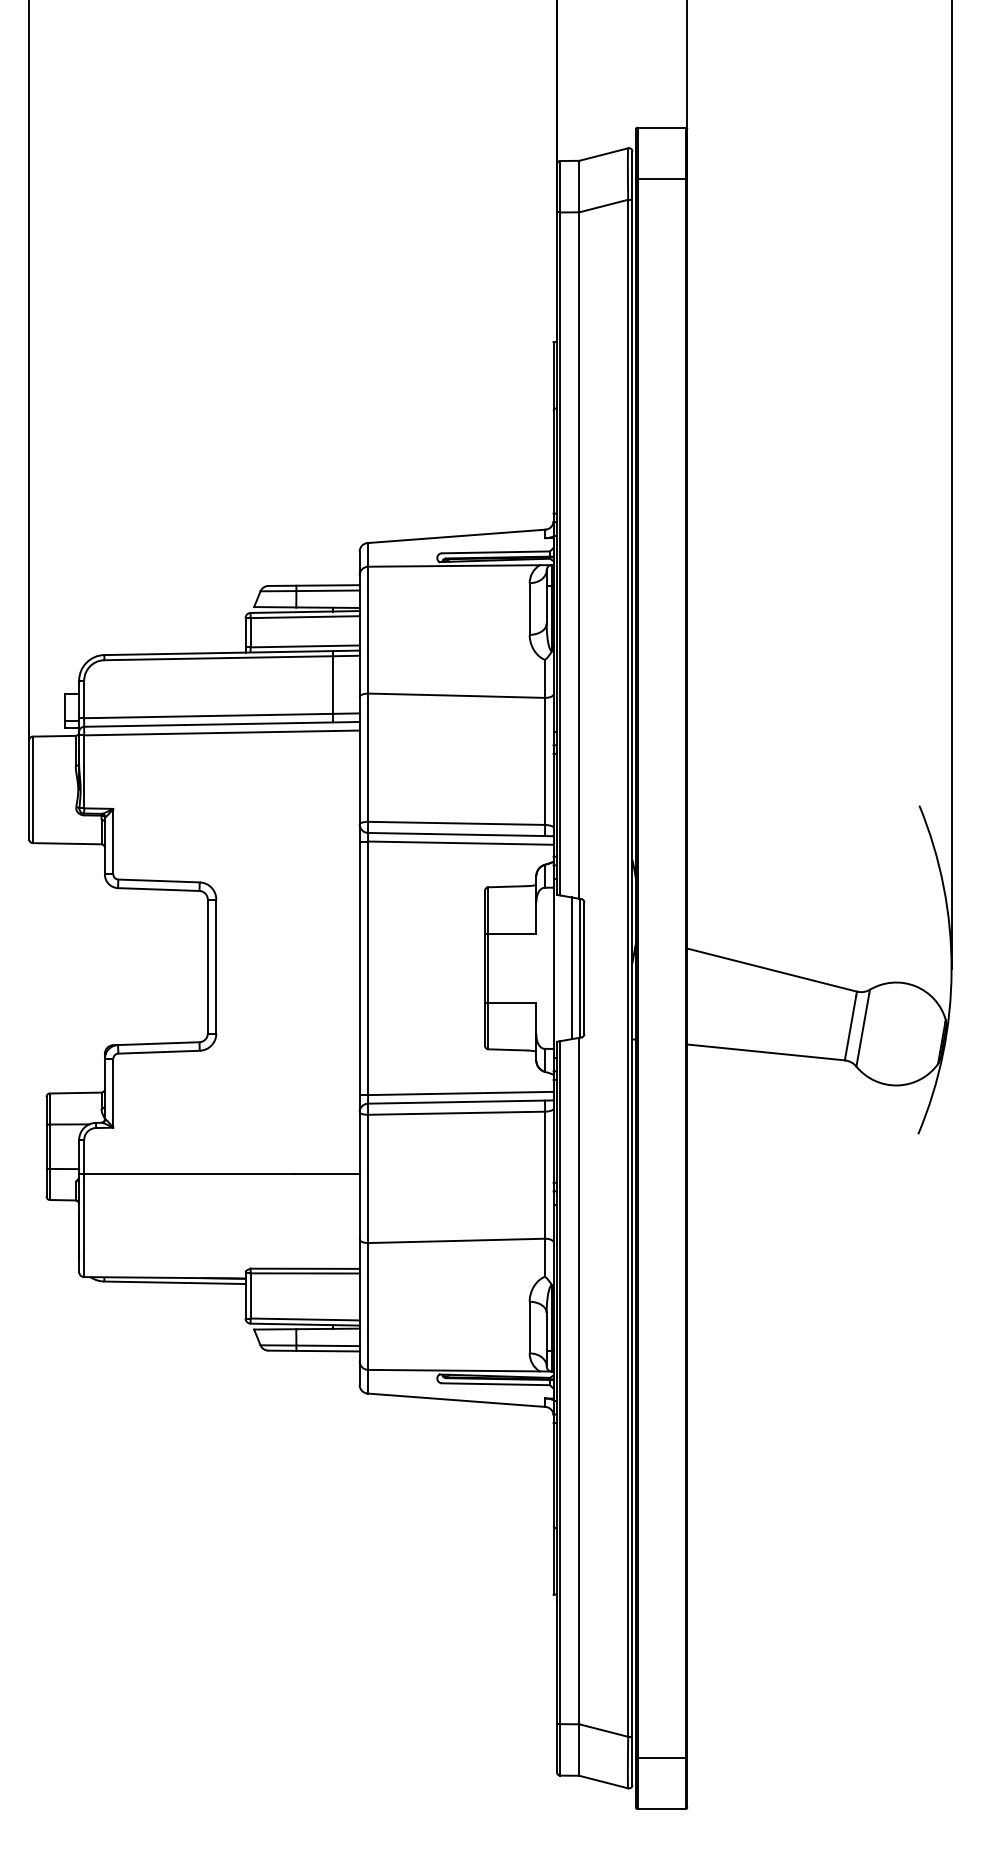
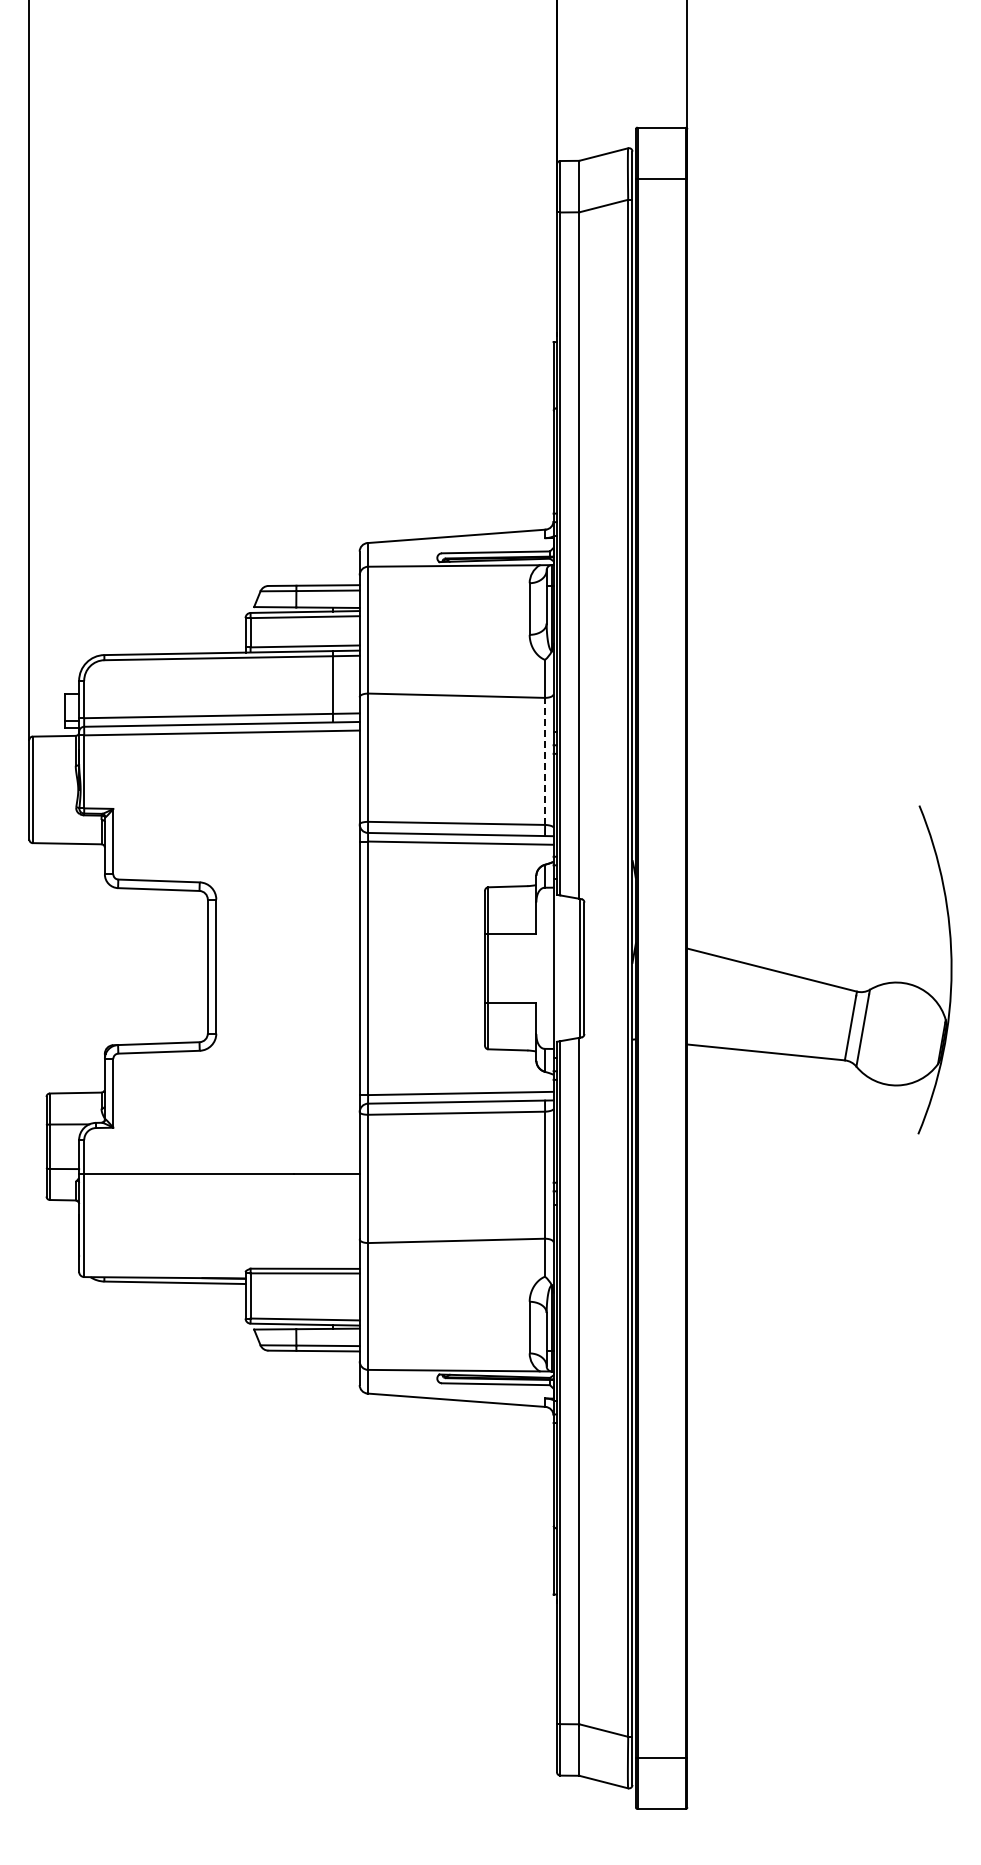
line at (951, 485): present -> none
line at (545, 761): solid -> dashed
line at (571, 968): present -> none
